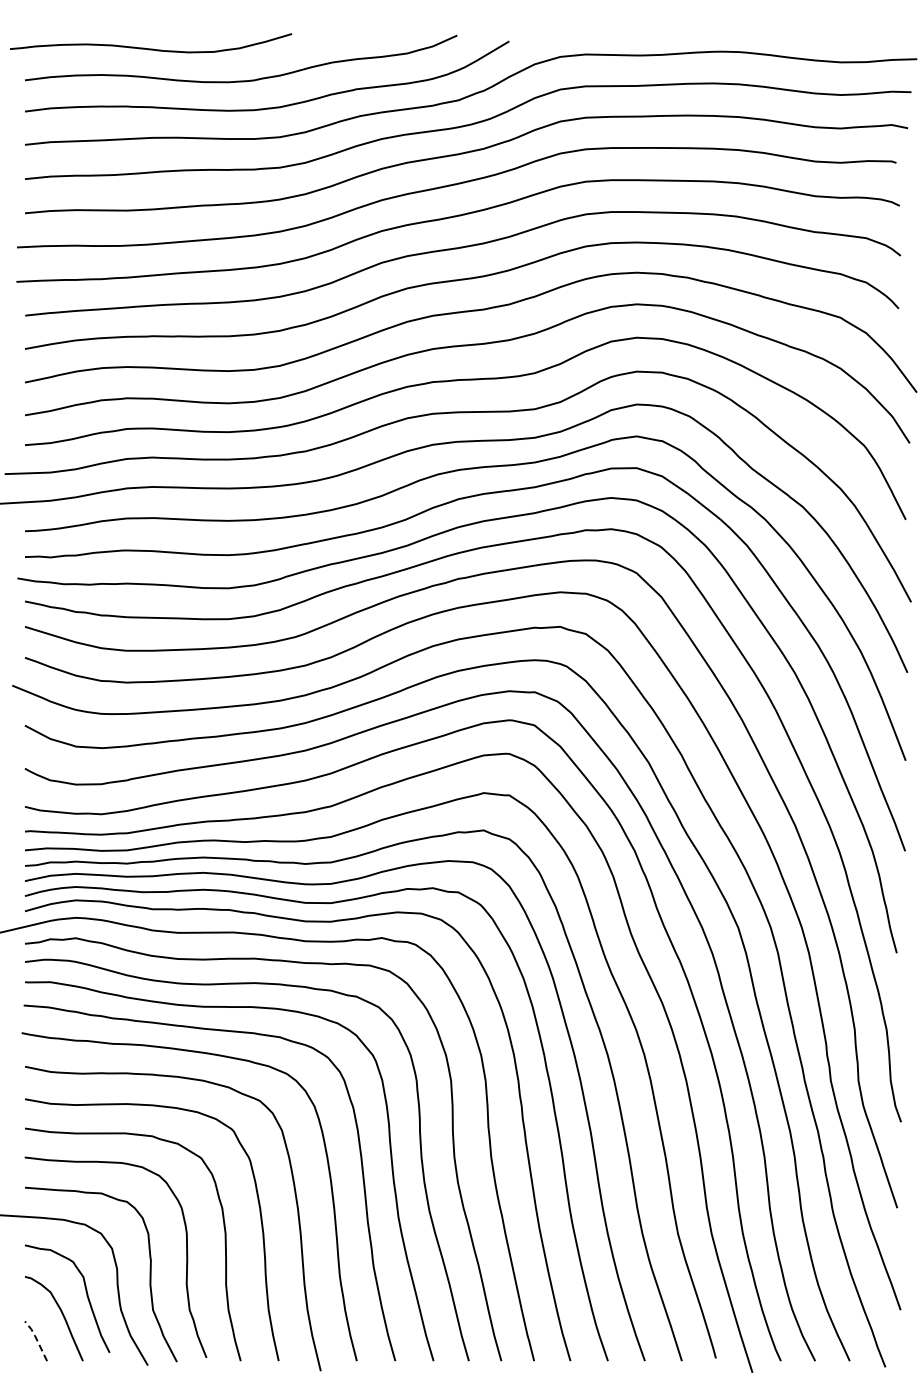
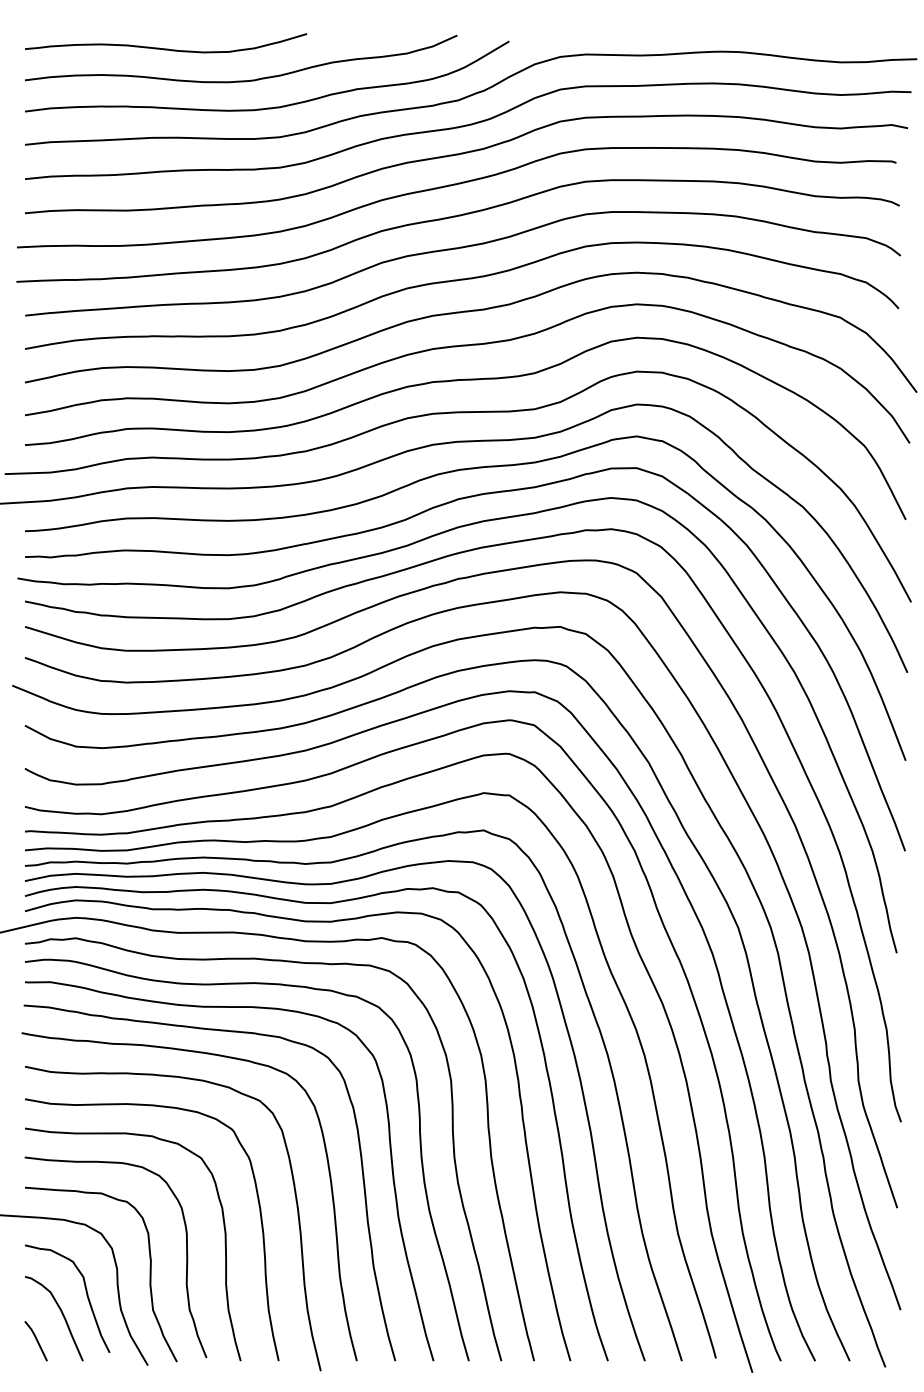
curve at (151, 48) position: (151, 48) -> (166, 48)
line at (36, 1339): dashed -> solid
